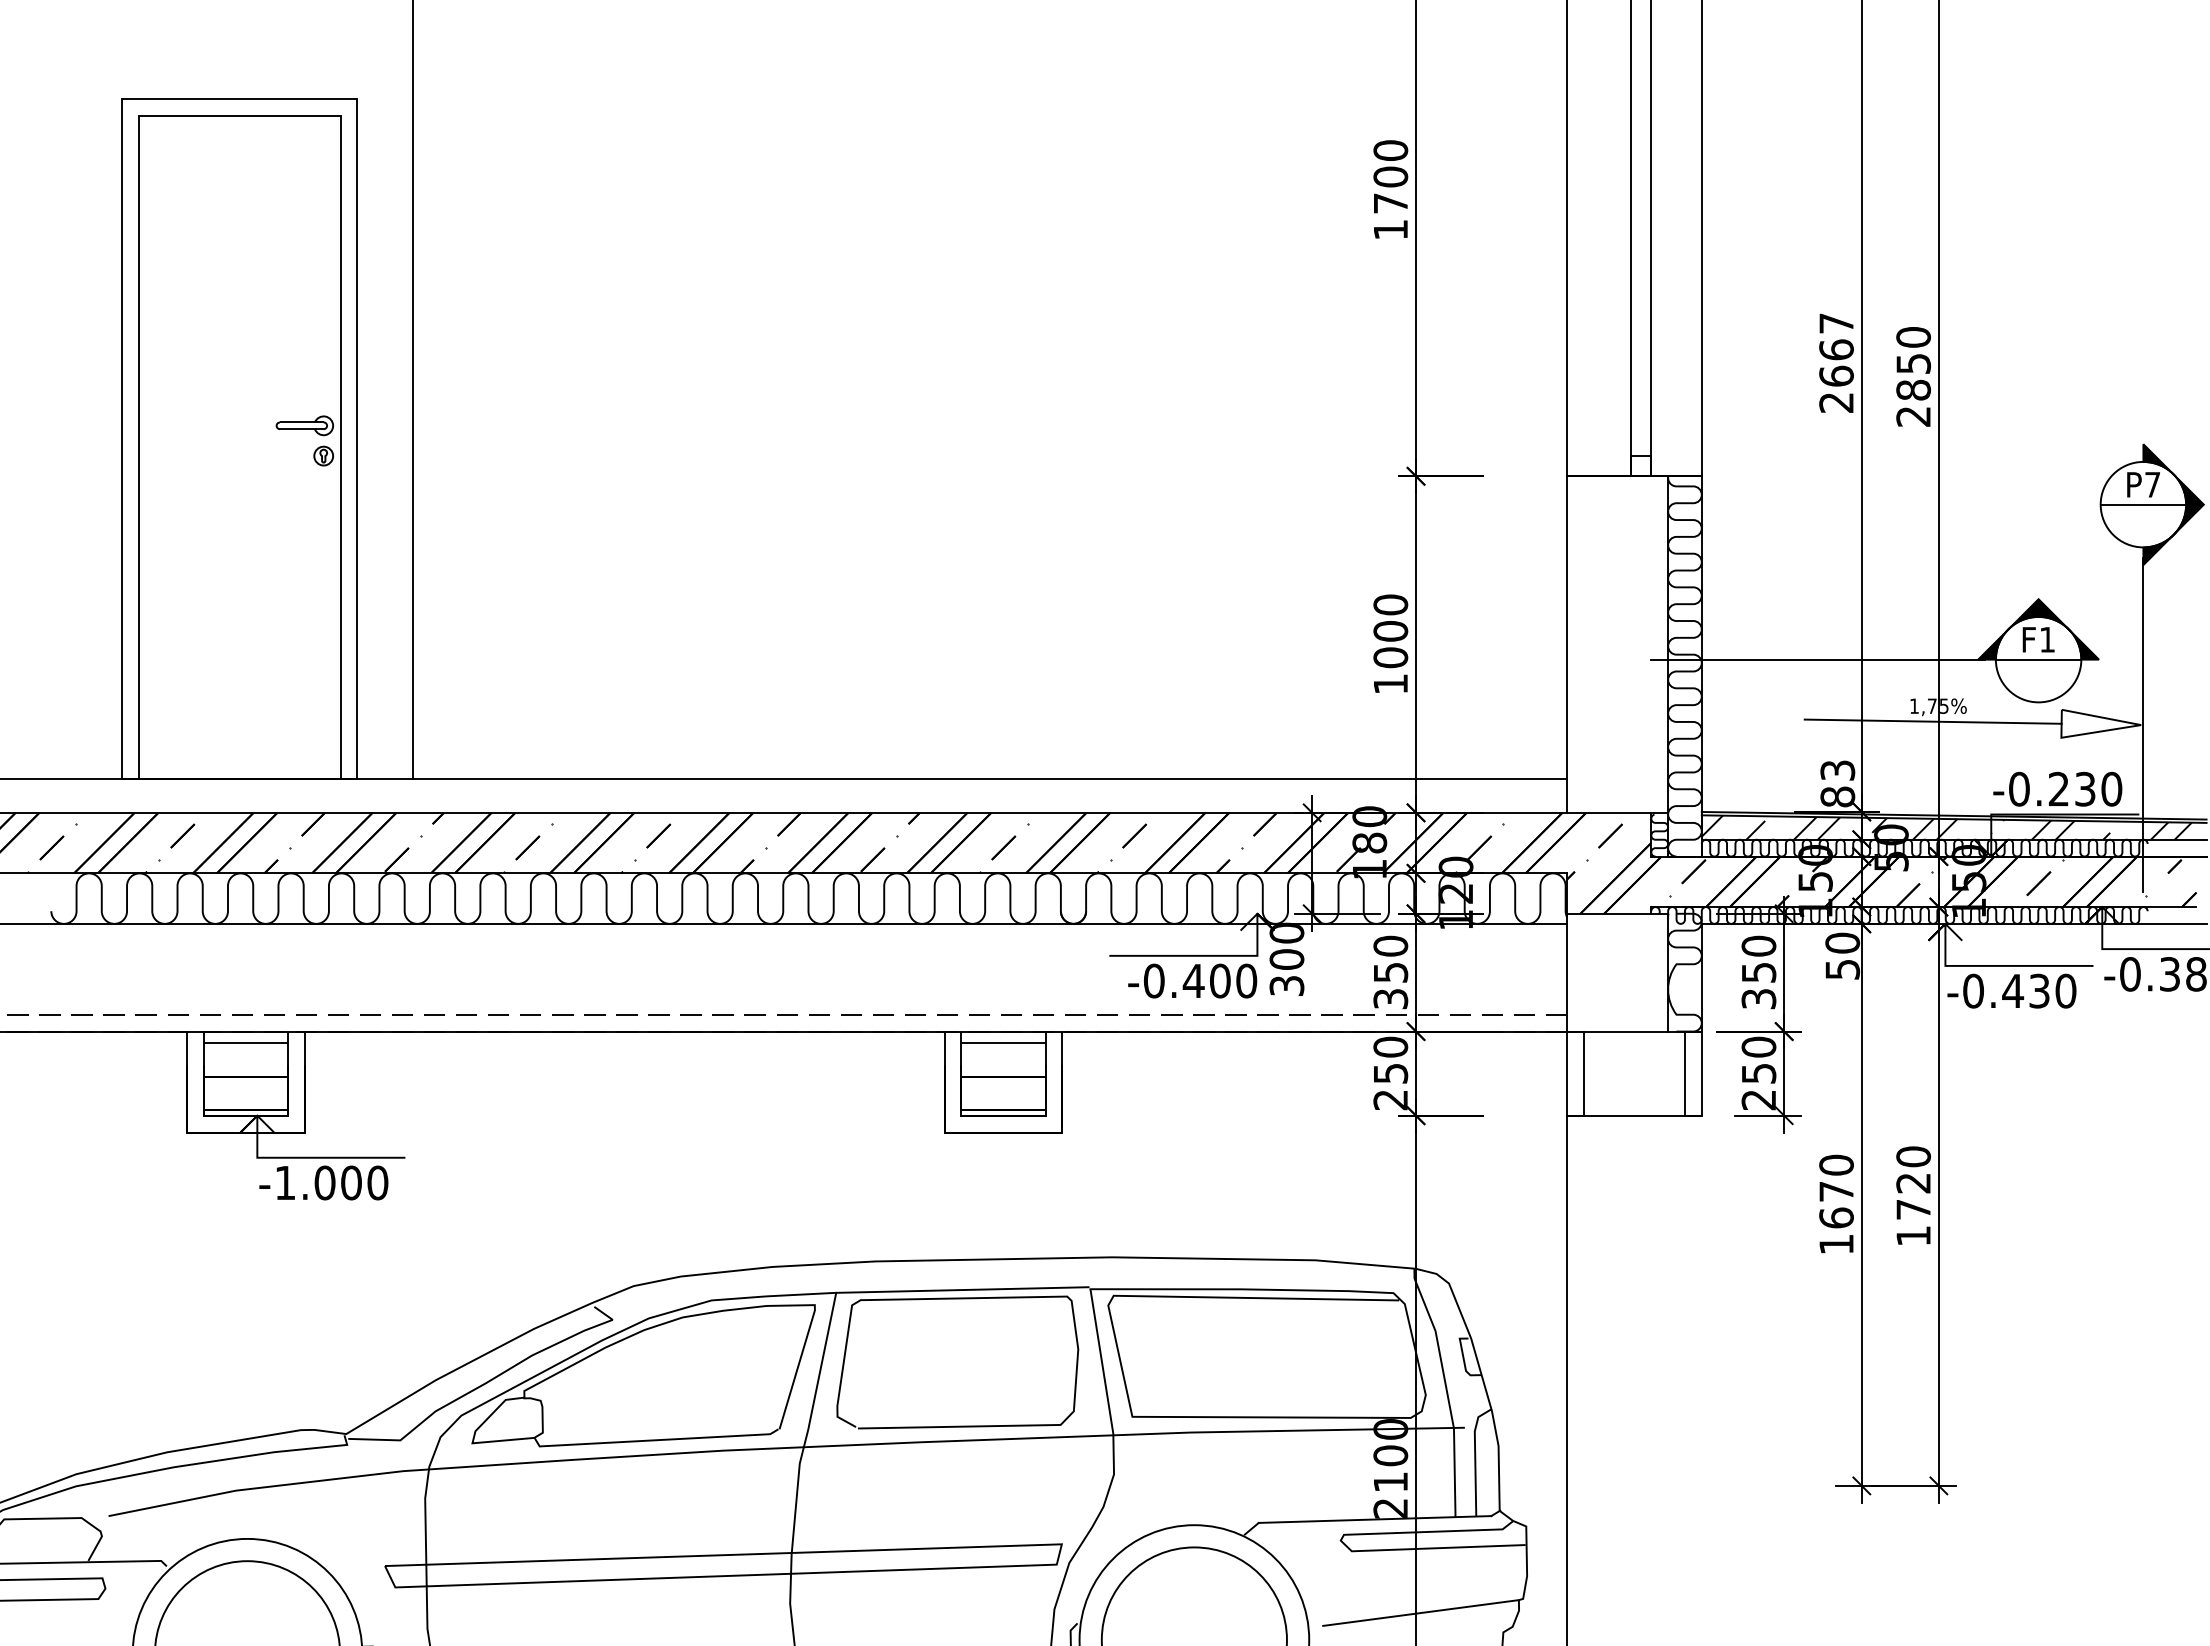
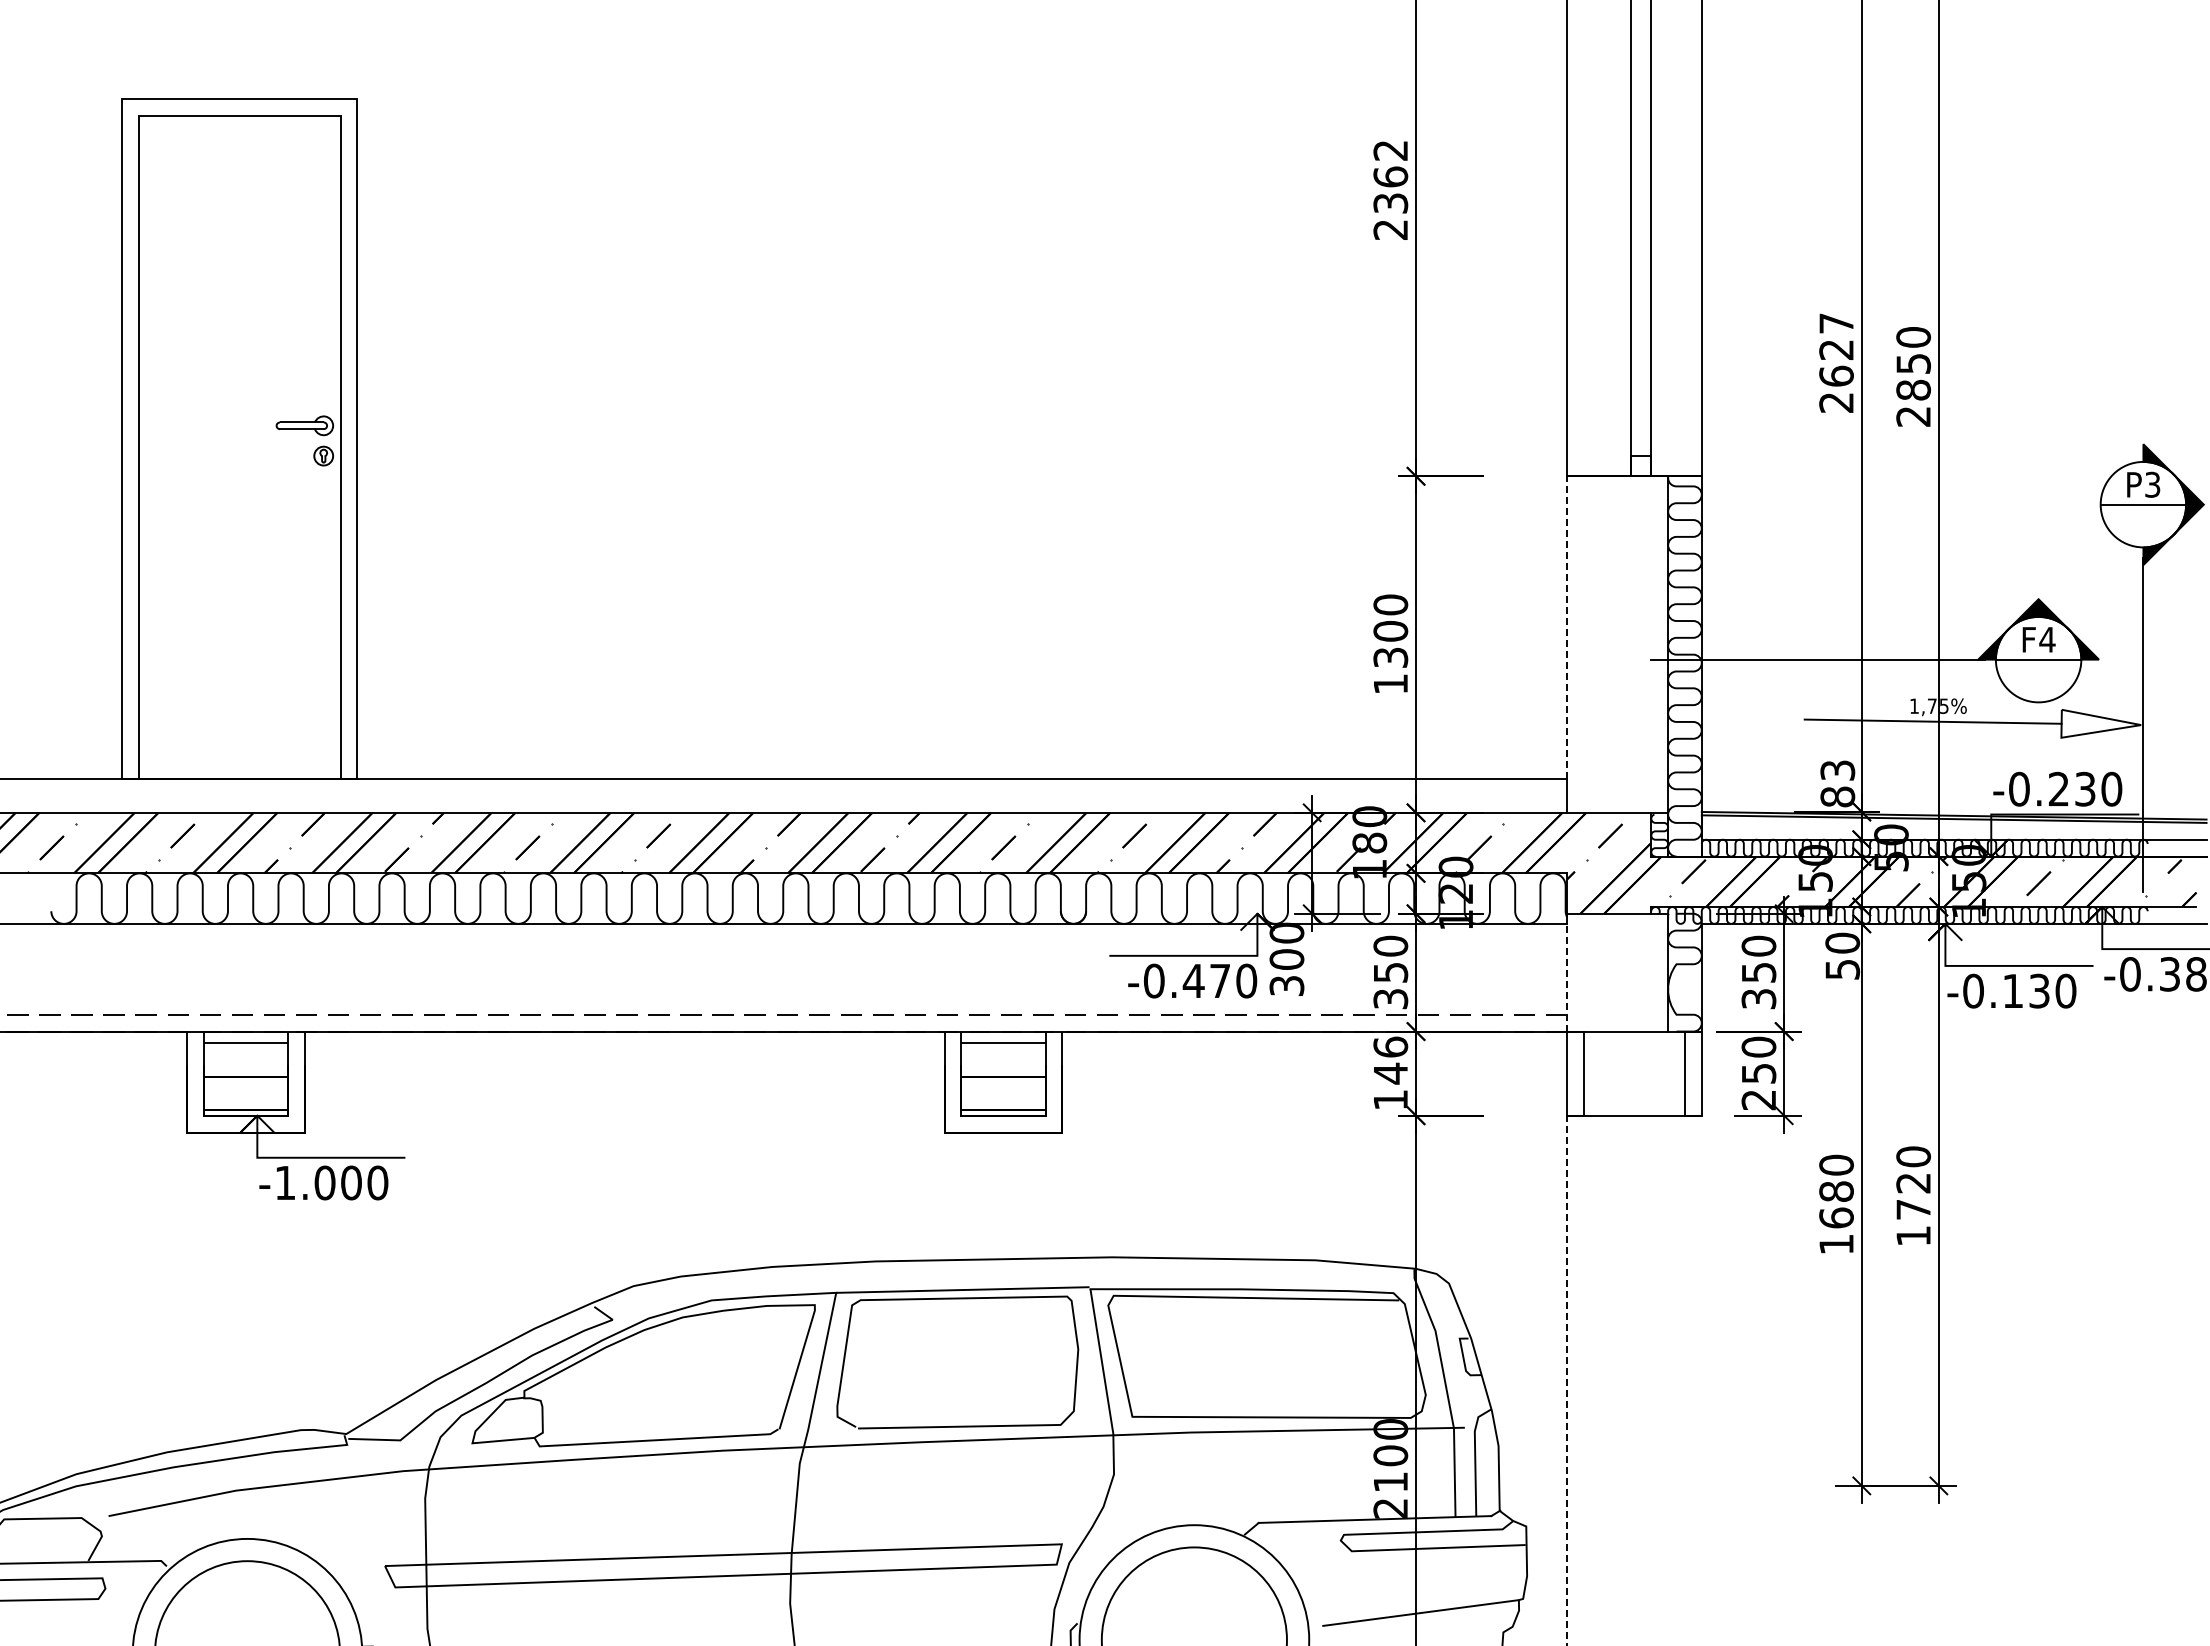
text at (1390, 189): 1700 -> 2362
text at (1836, 349): 2667 -> 2627
line at (412, 390): present -> none
text at (2152, 484): P7 -> P3
line at (1567, 627): solid -> dashed
text at (2047, 639): F1 -> F4
text at (1390, 657): 1000 -> 1300
hatch at (1946, 827): present -> none
line at (1567, 977): solid -> dashed
text at (1220, 980): -0.400 -> -0.470
text at (2013, 990): -0.430 -> -0.130
text at (1390, 1073): 250 -> 146
text at (1836, 1191): 1670 -> 1680
line at (1567, 1380): solid -> dashed
